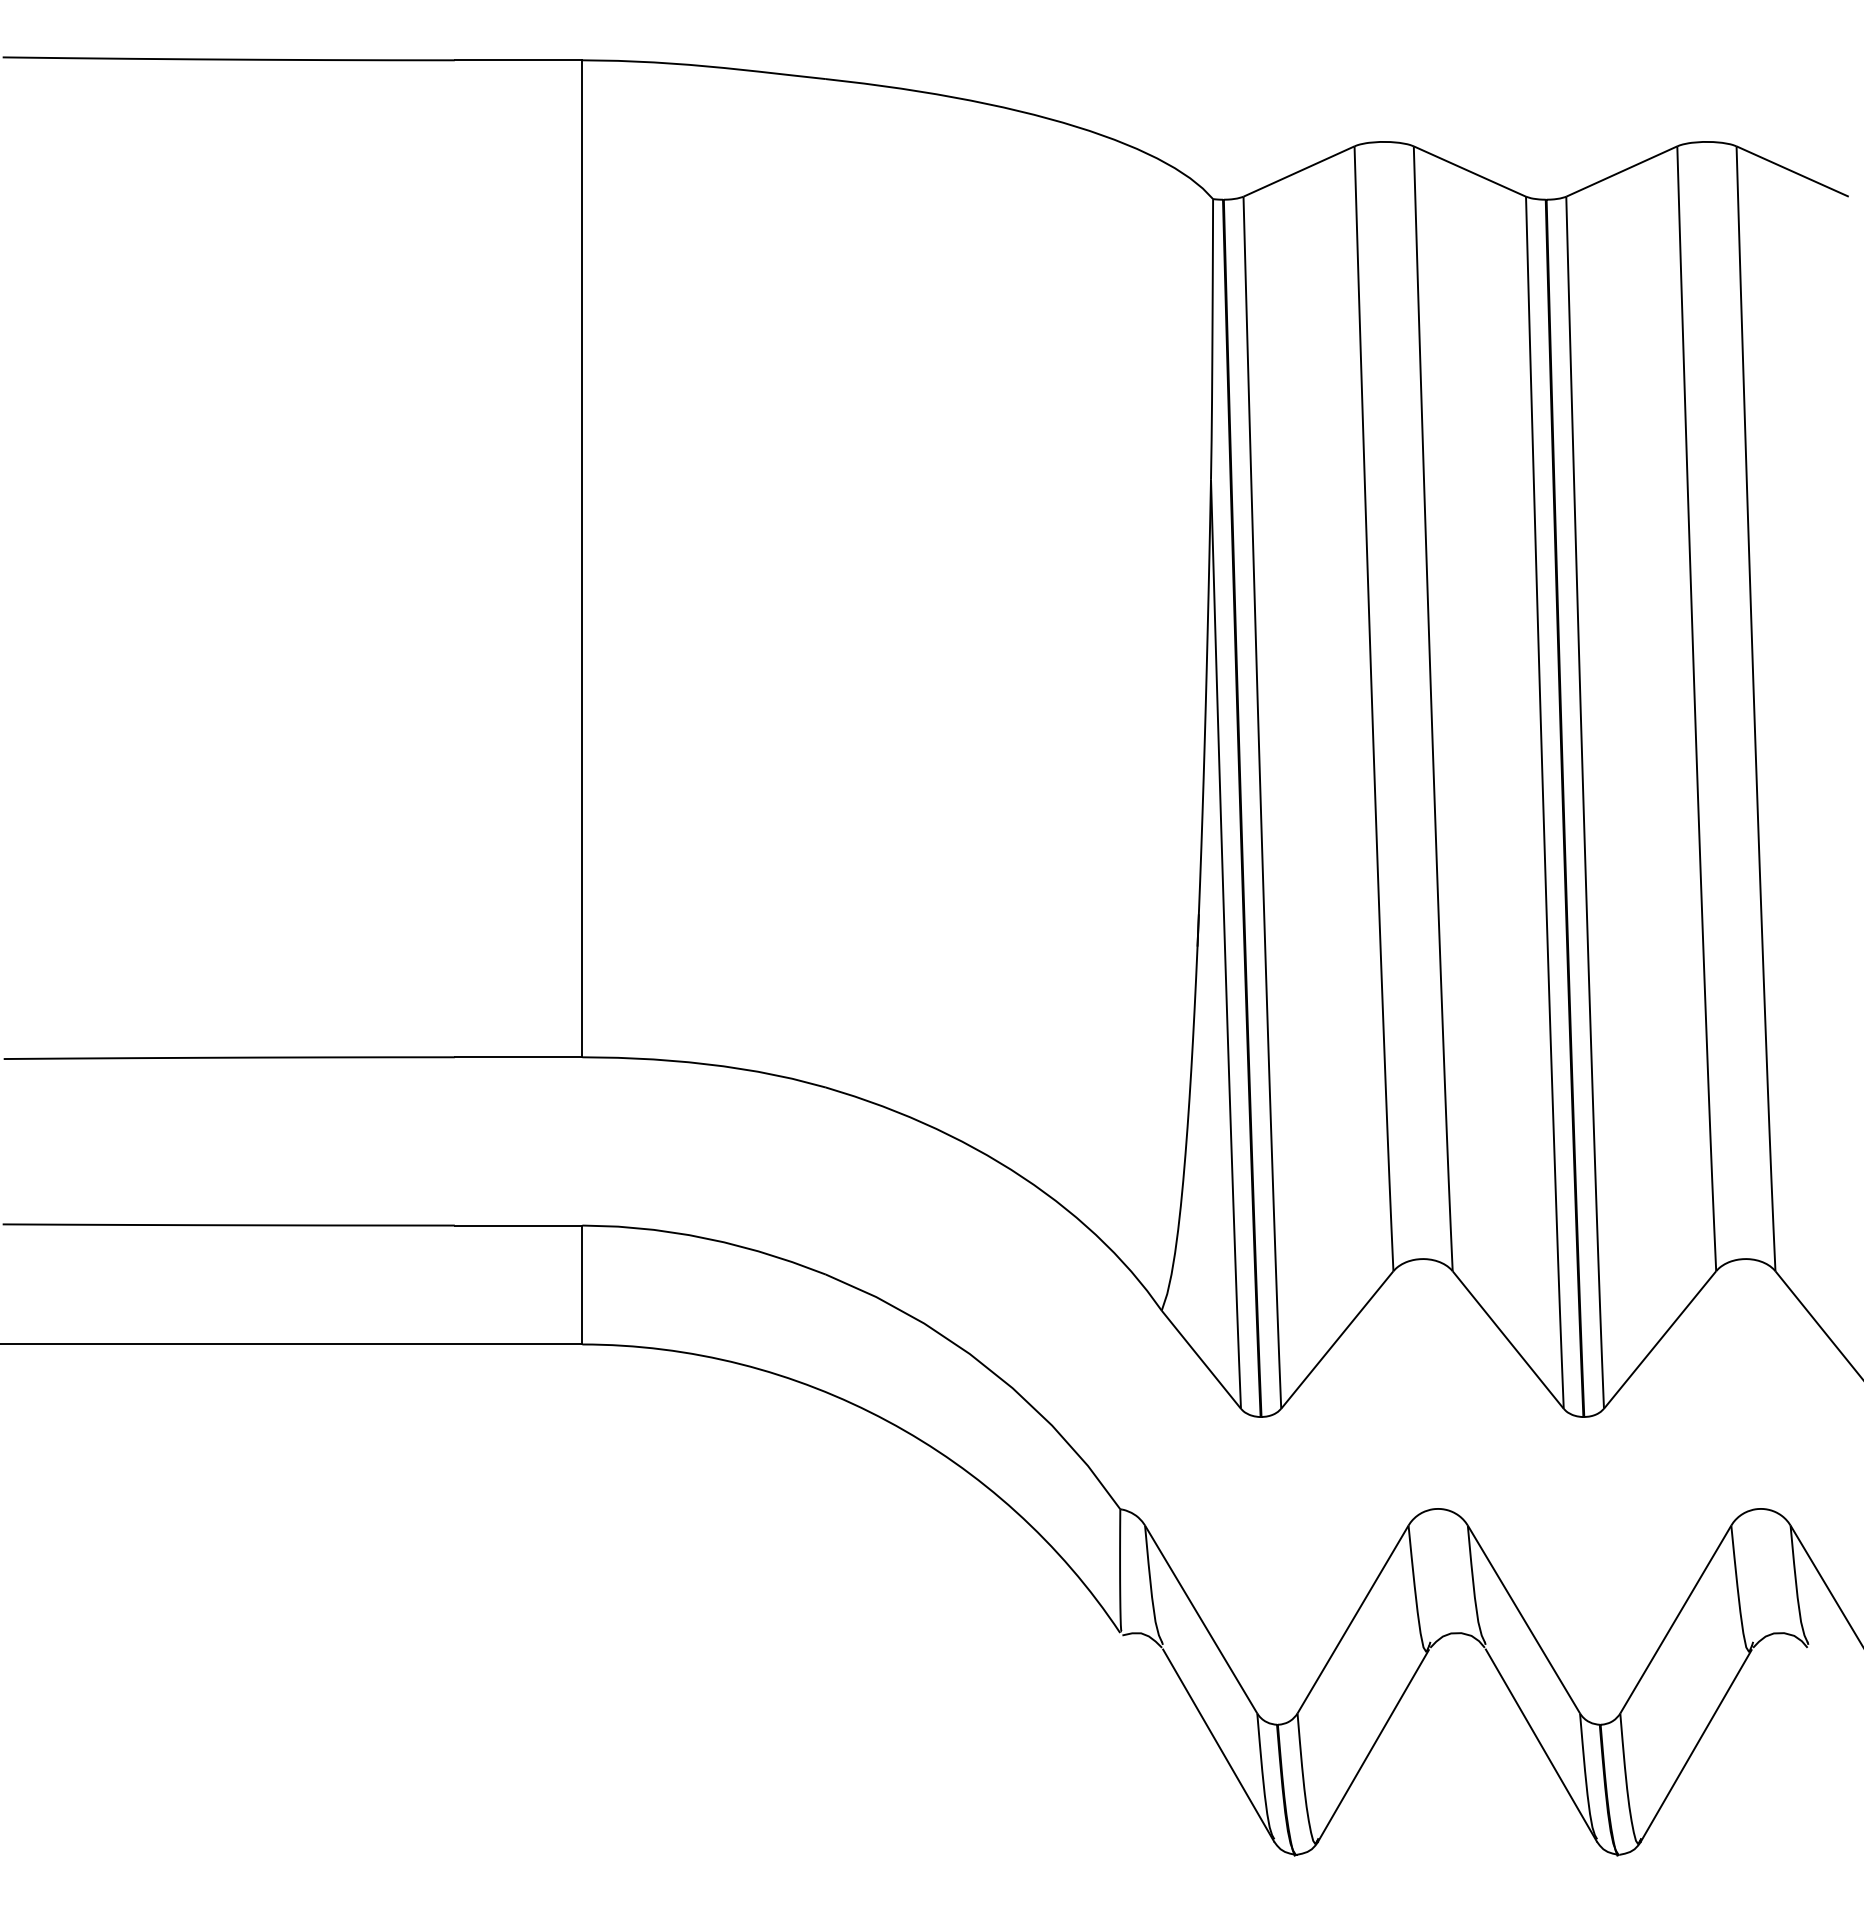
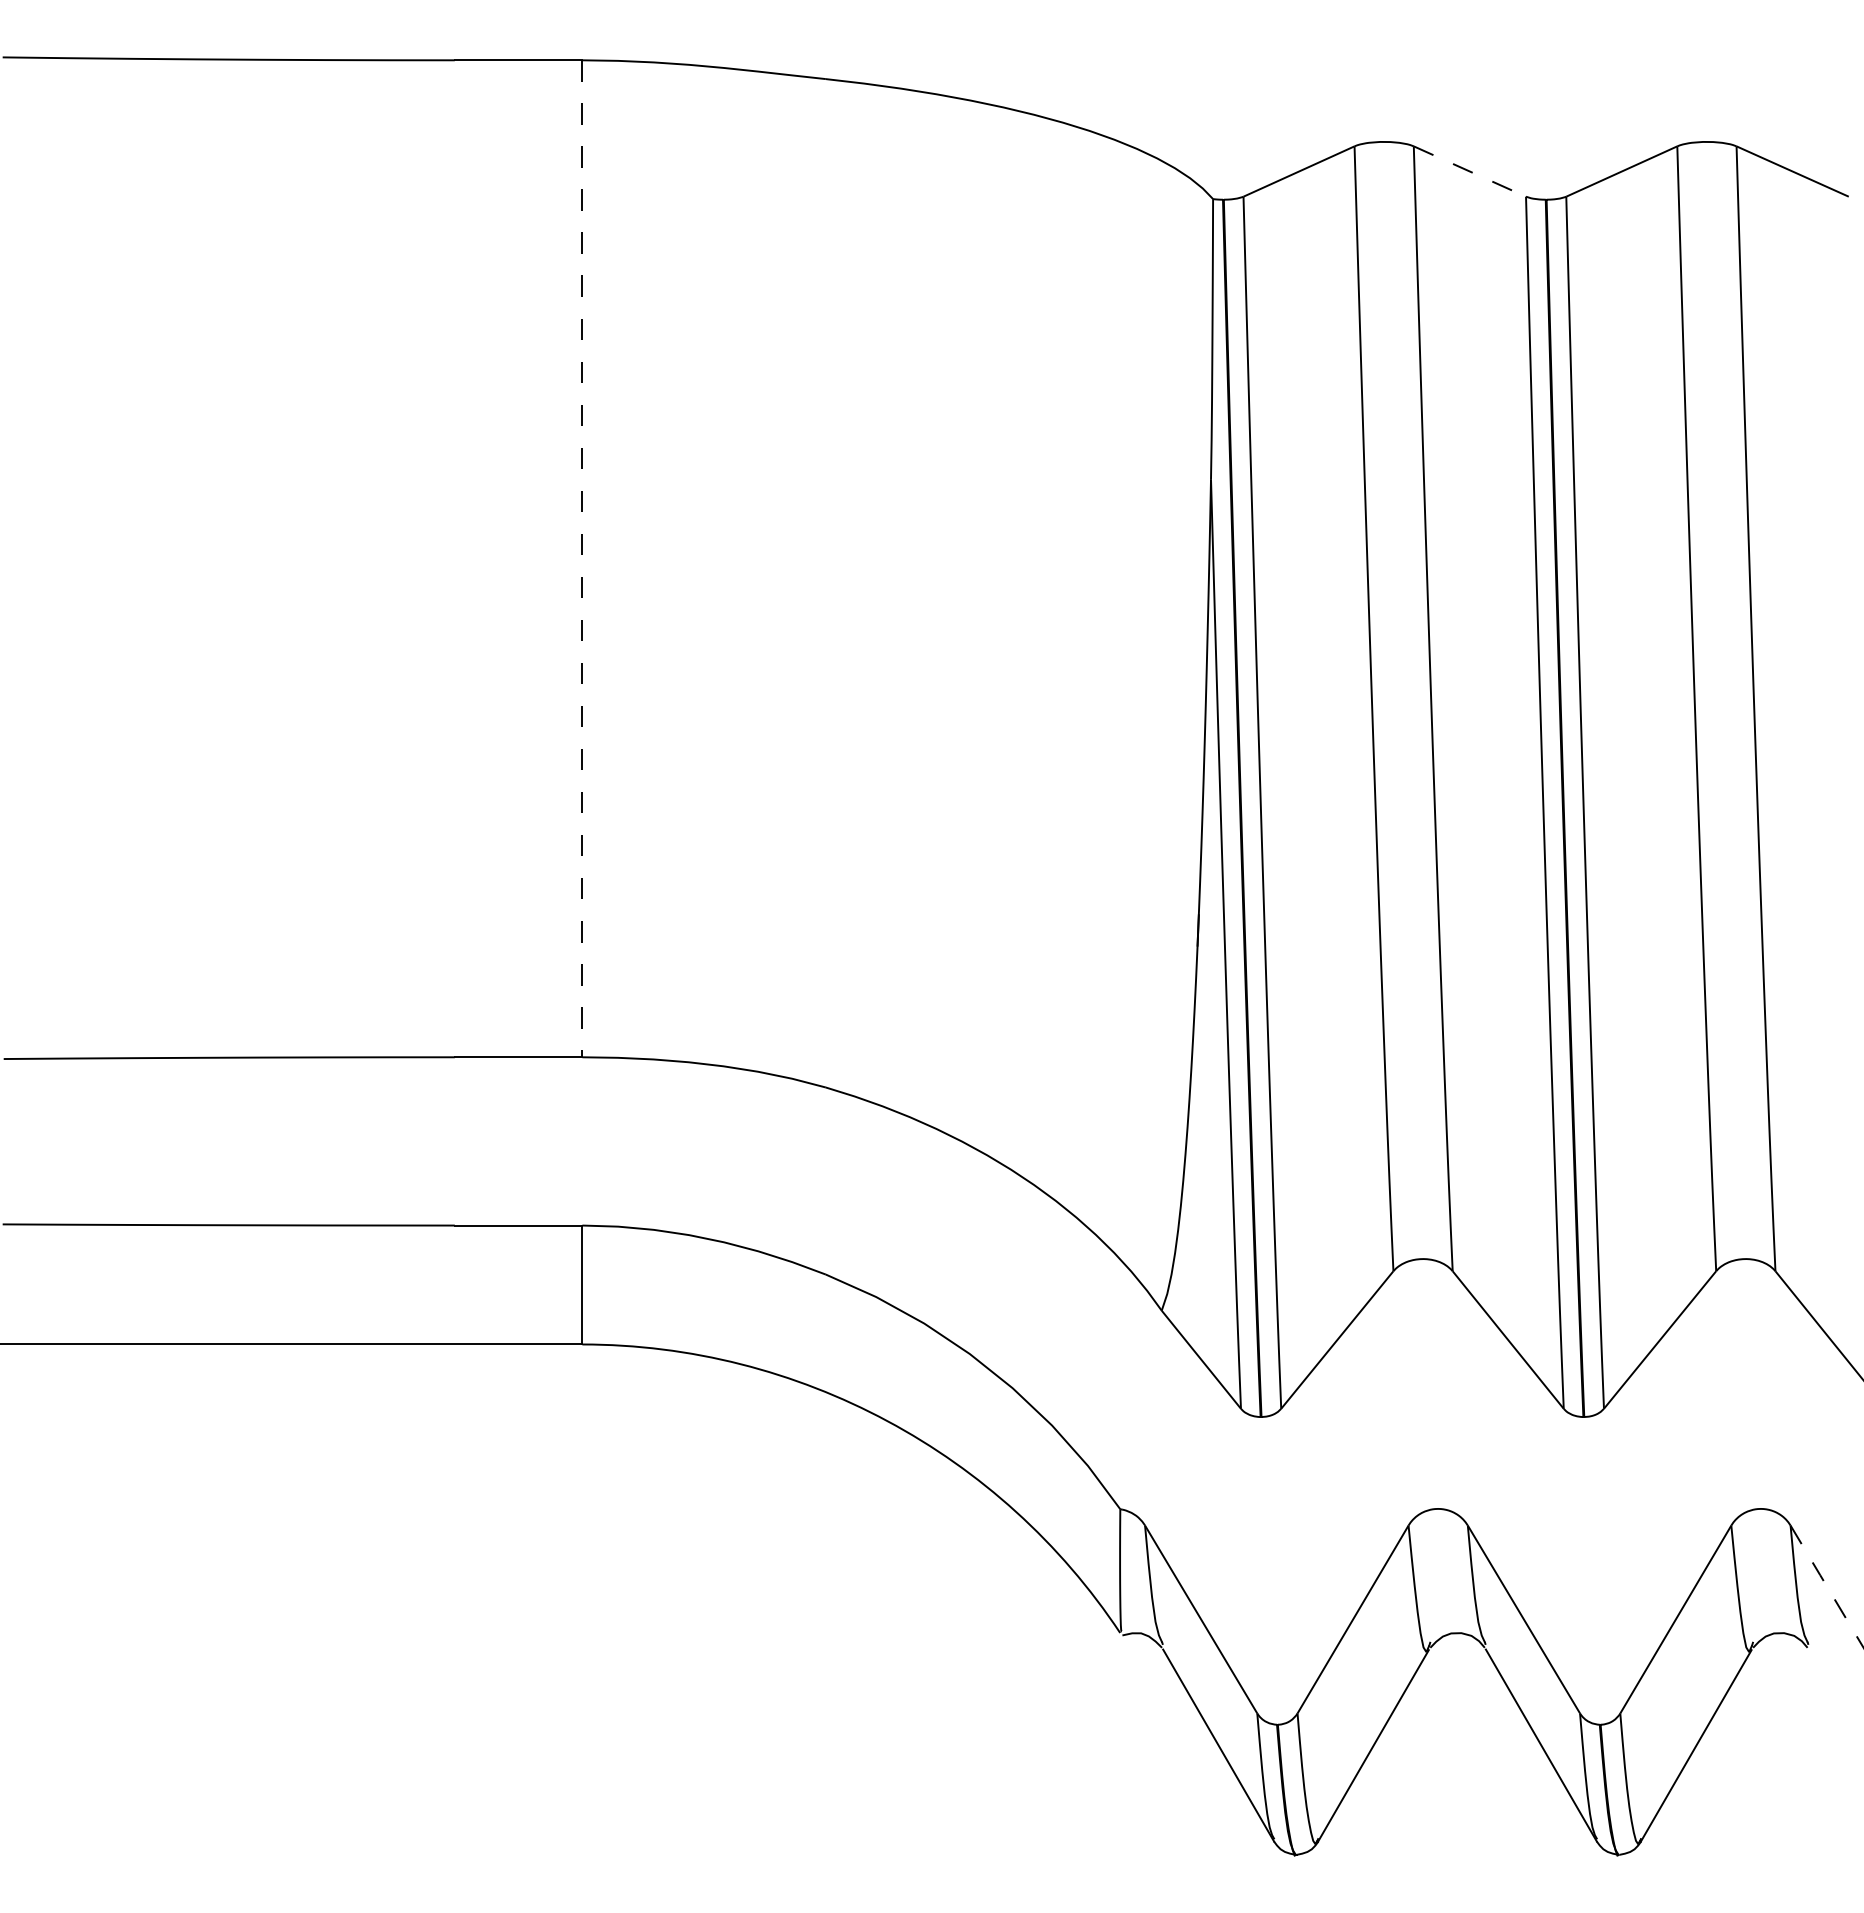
line at (1470, 171): solid -> dashed
line at (582, 559): solid -> dashed
line at (1827, 1587): solid -> dashed
